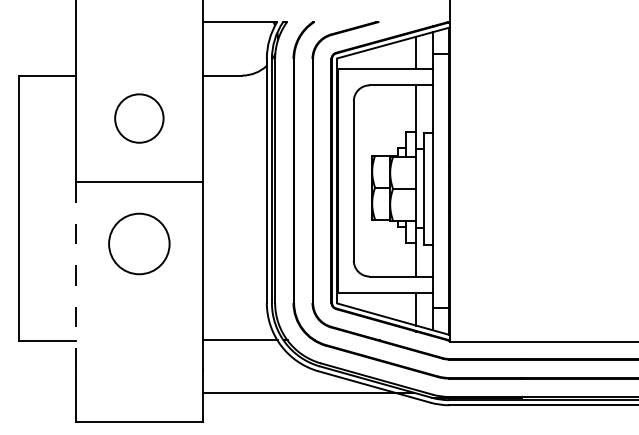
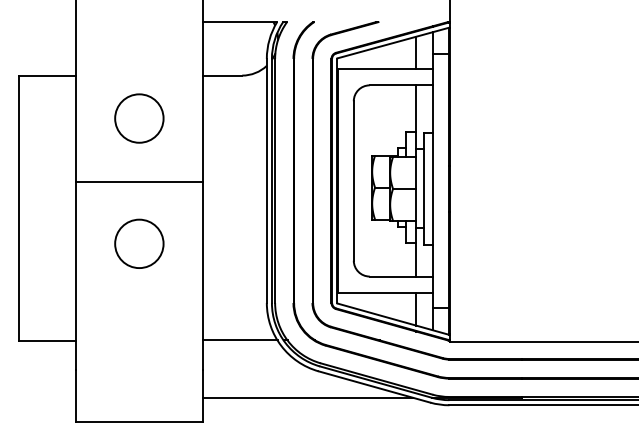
circle at (139, 243) size: 63x64 px -> 51x51 px
line at (75, 275): dashed -> solid
line at (307, 392) position: (307, 392) -> (307, 397)
